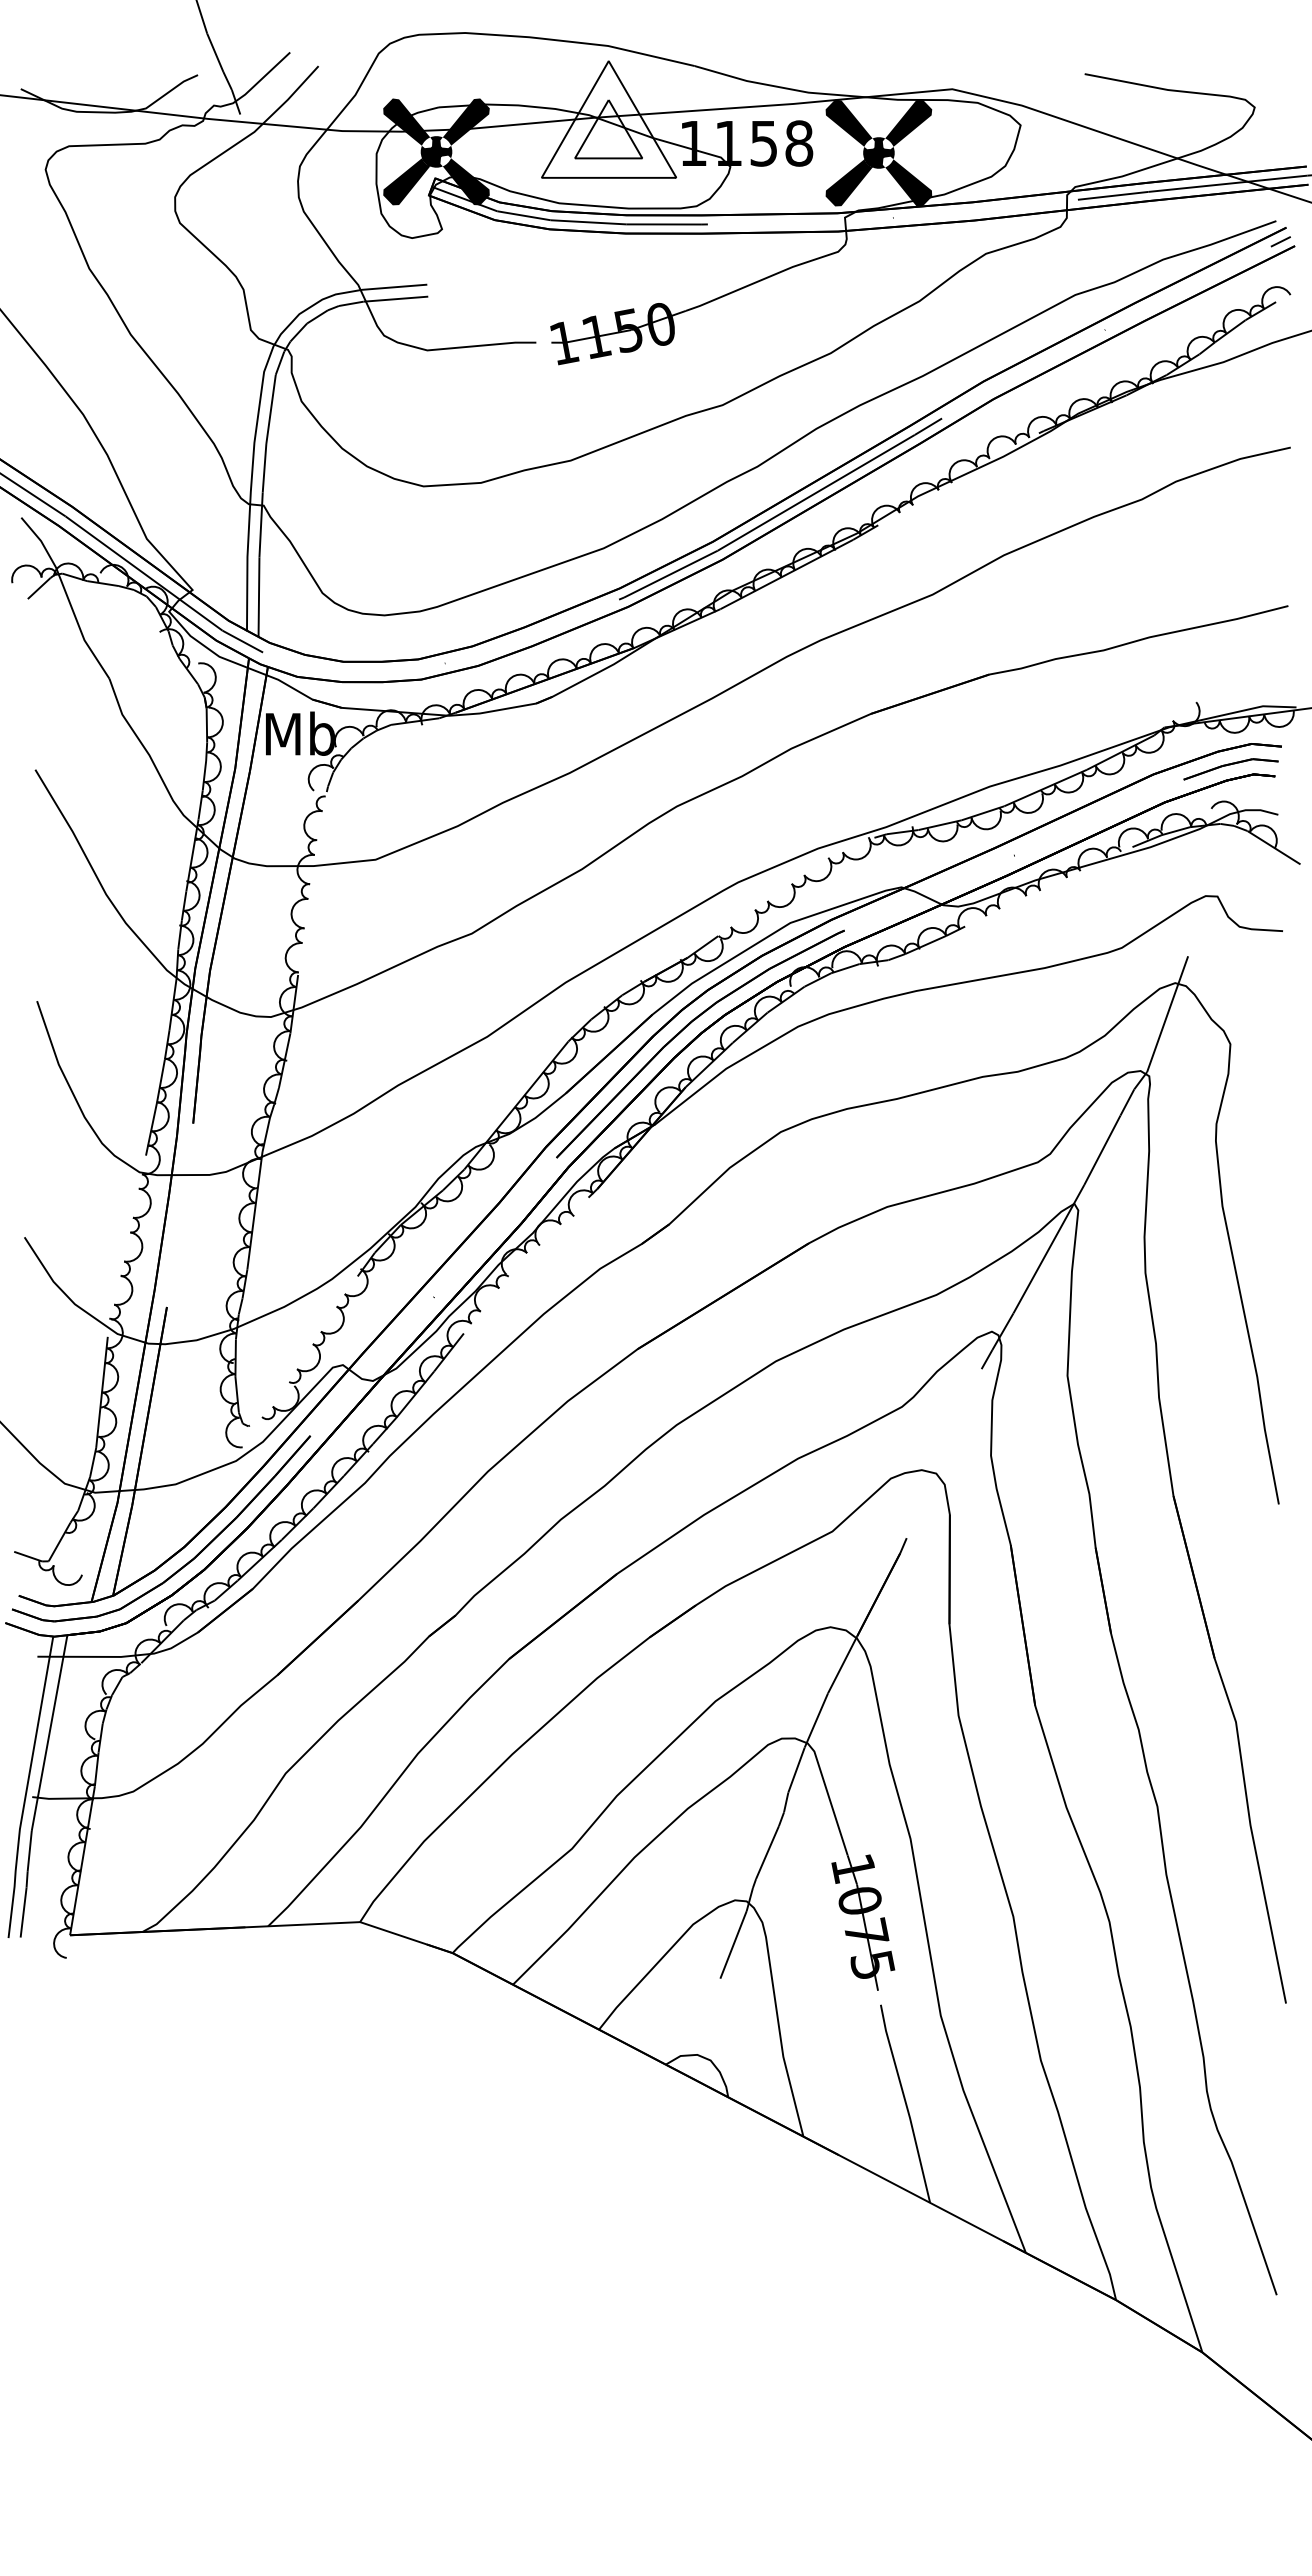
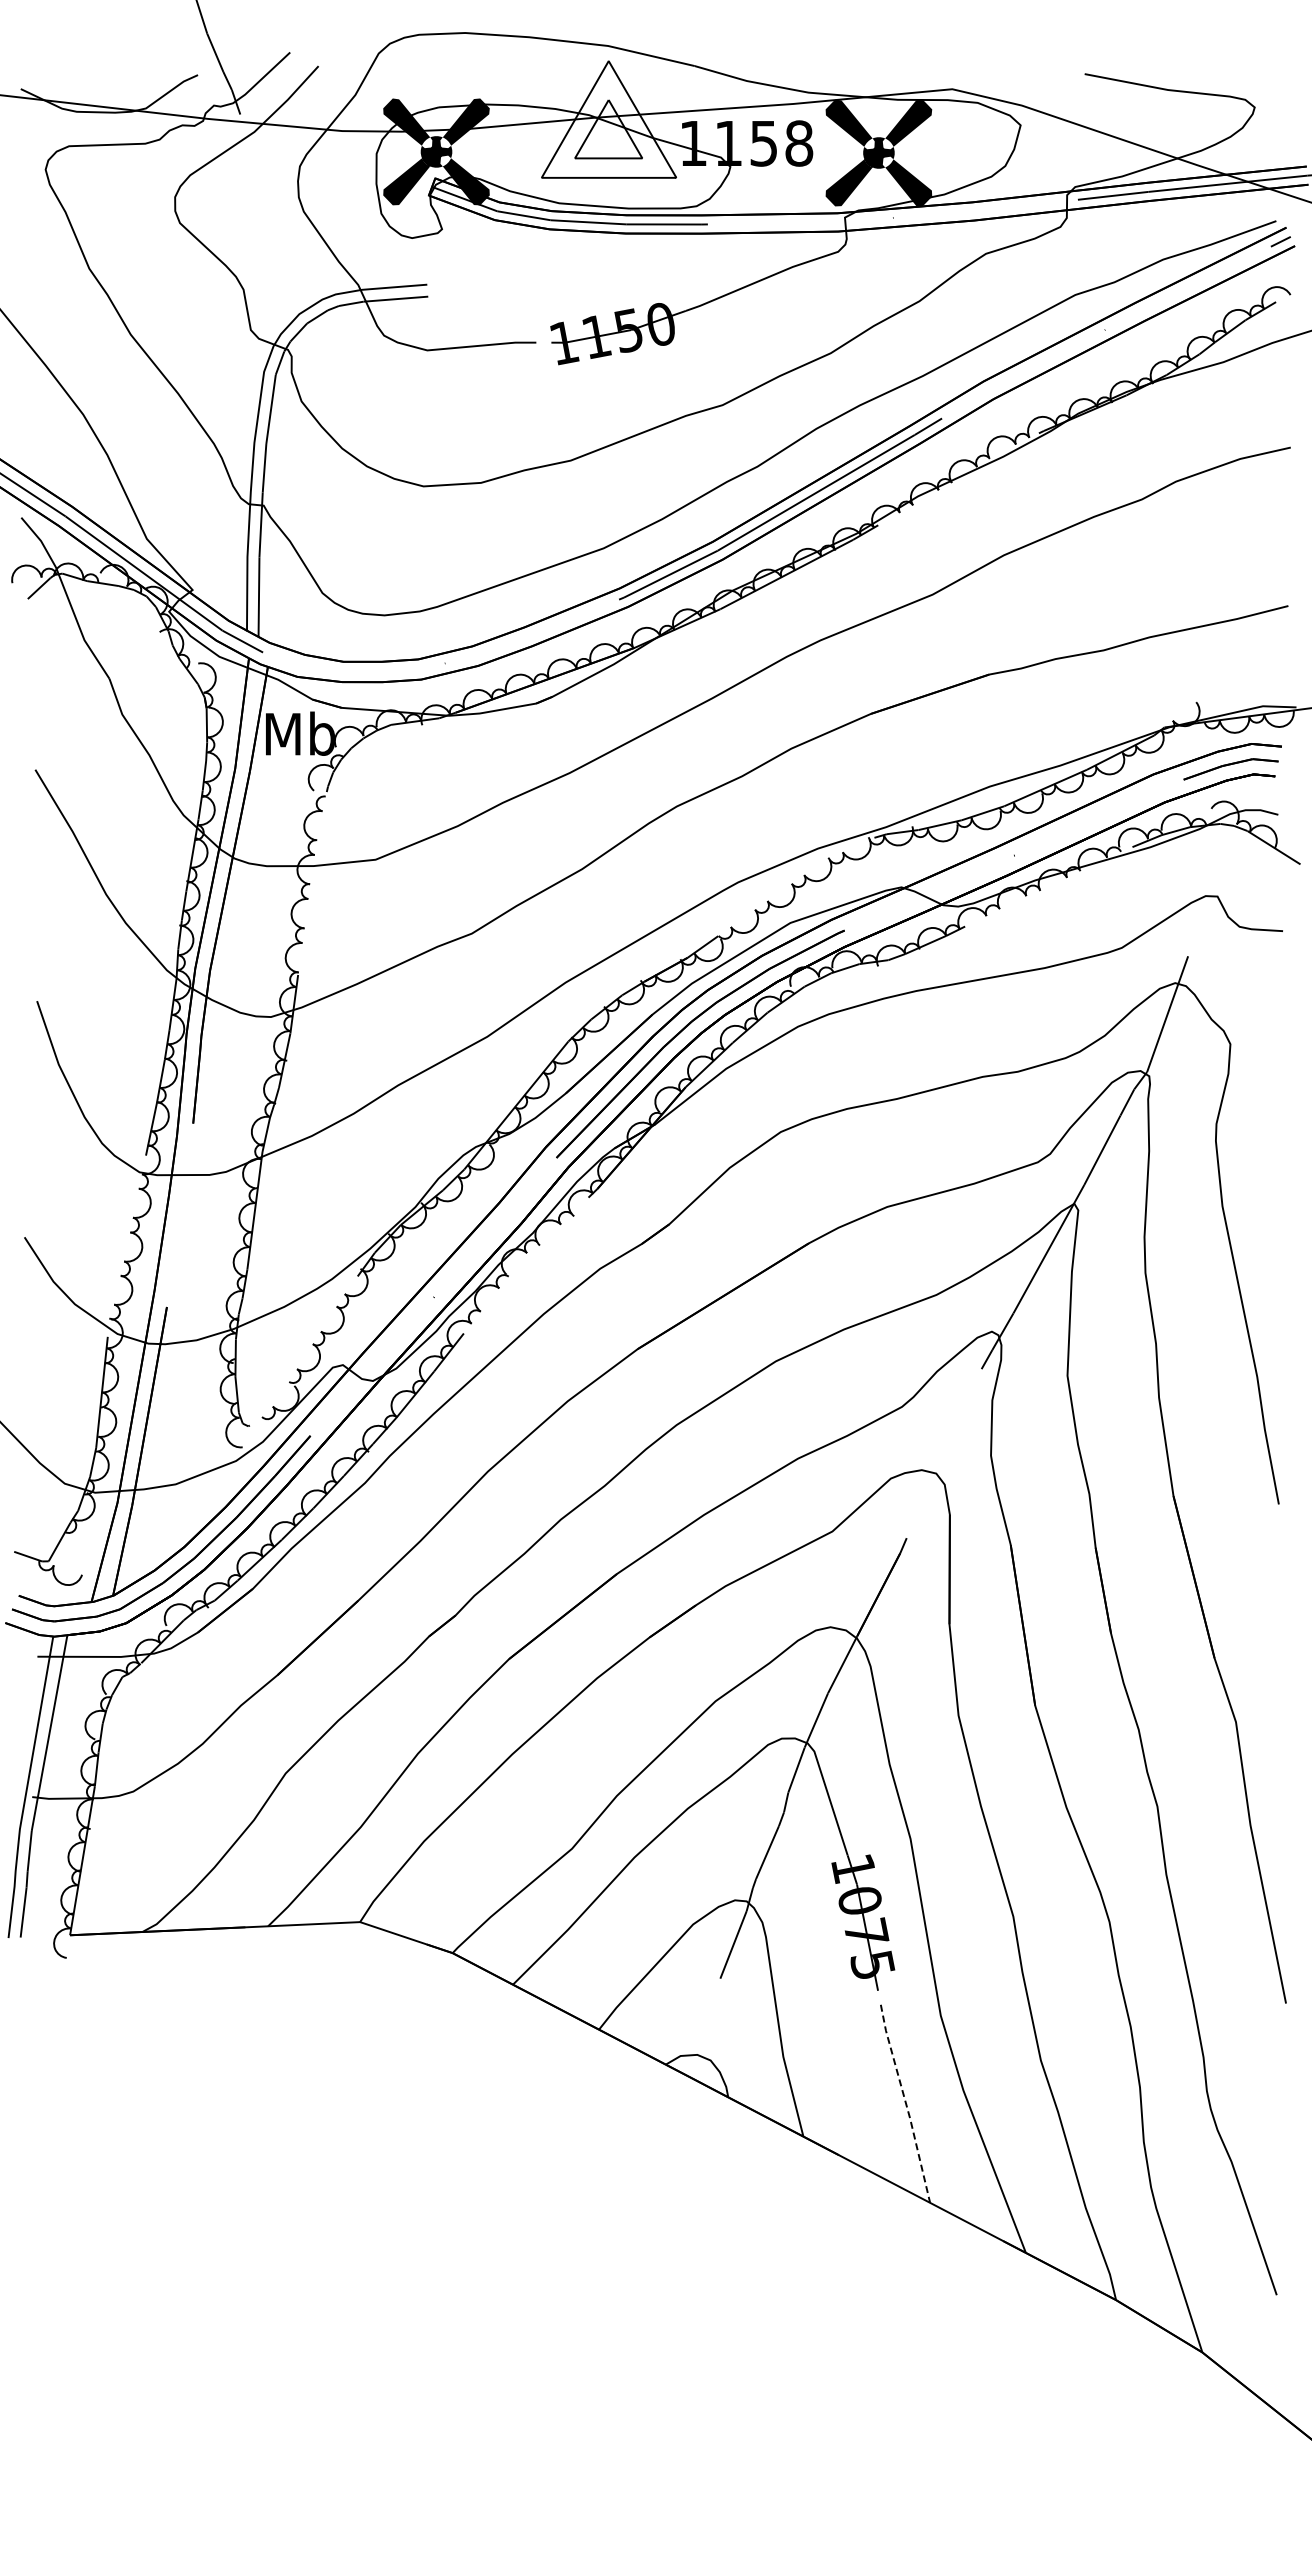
line at (906, 2103): solid -> dashed
